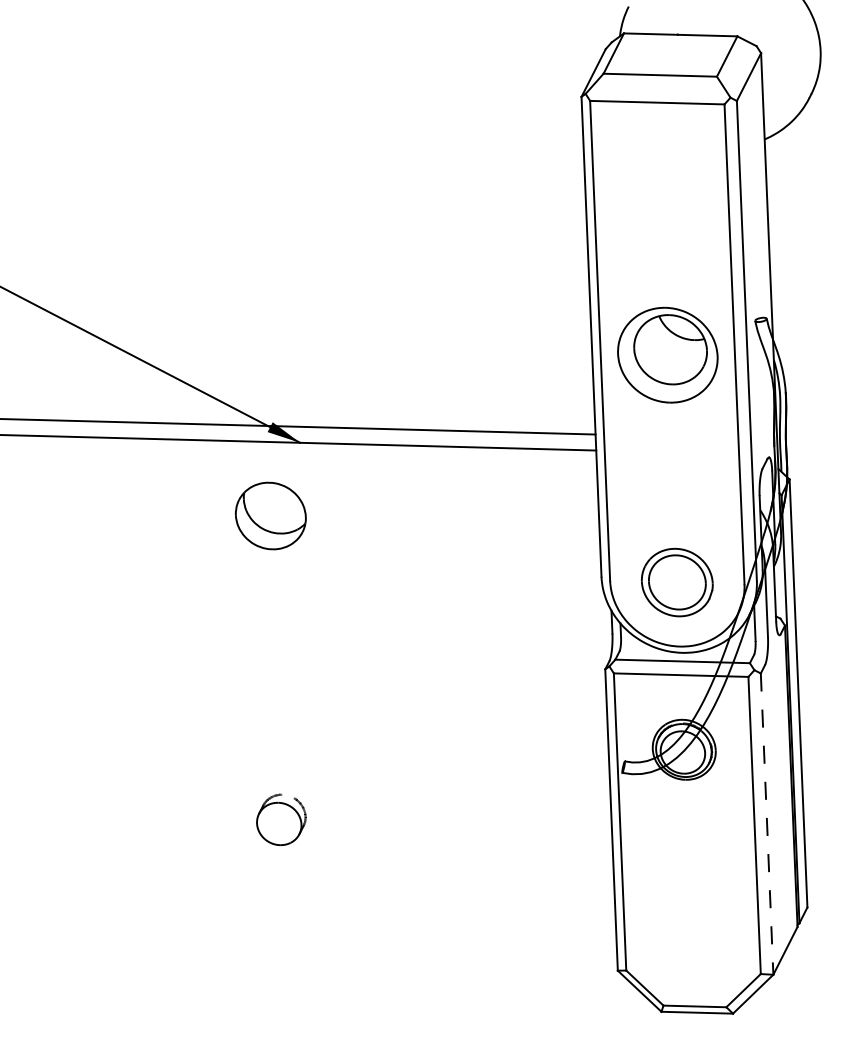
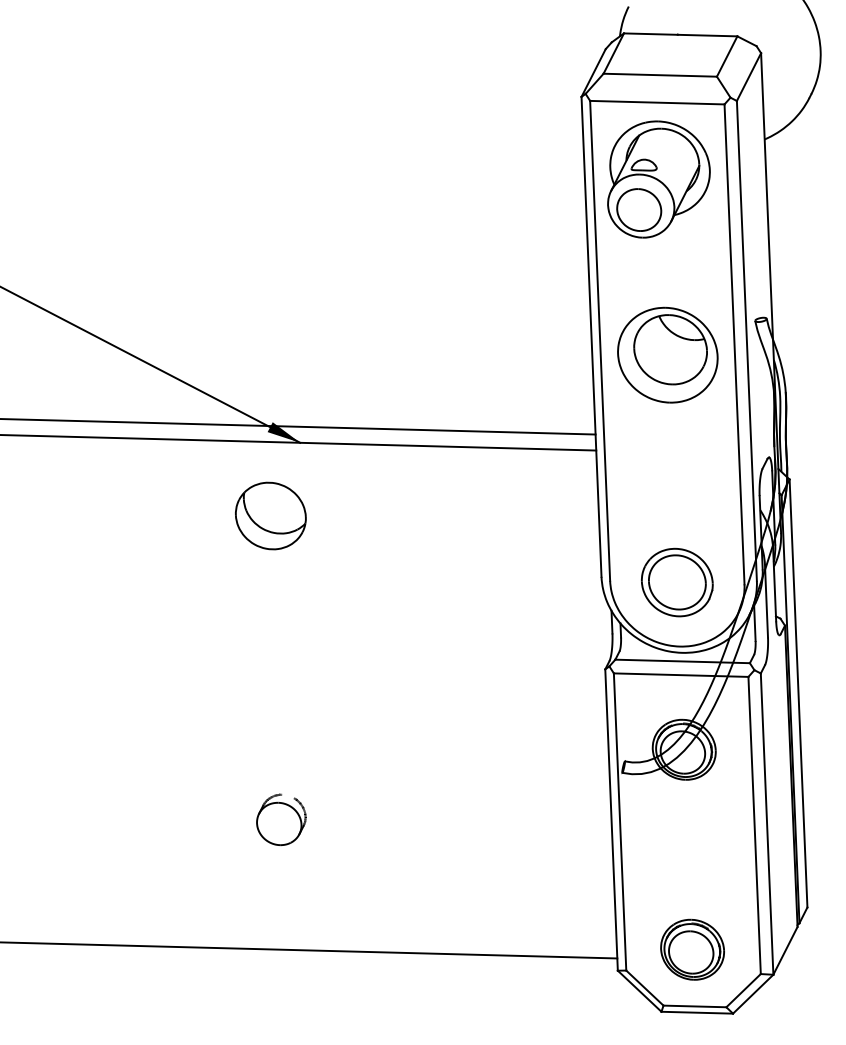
part at (658, 179): none -> present
line at (767, 824): dashed -> solid
part at (692, 949): none -> present
line at (309, 950): none -> present
